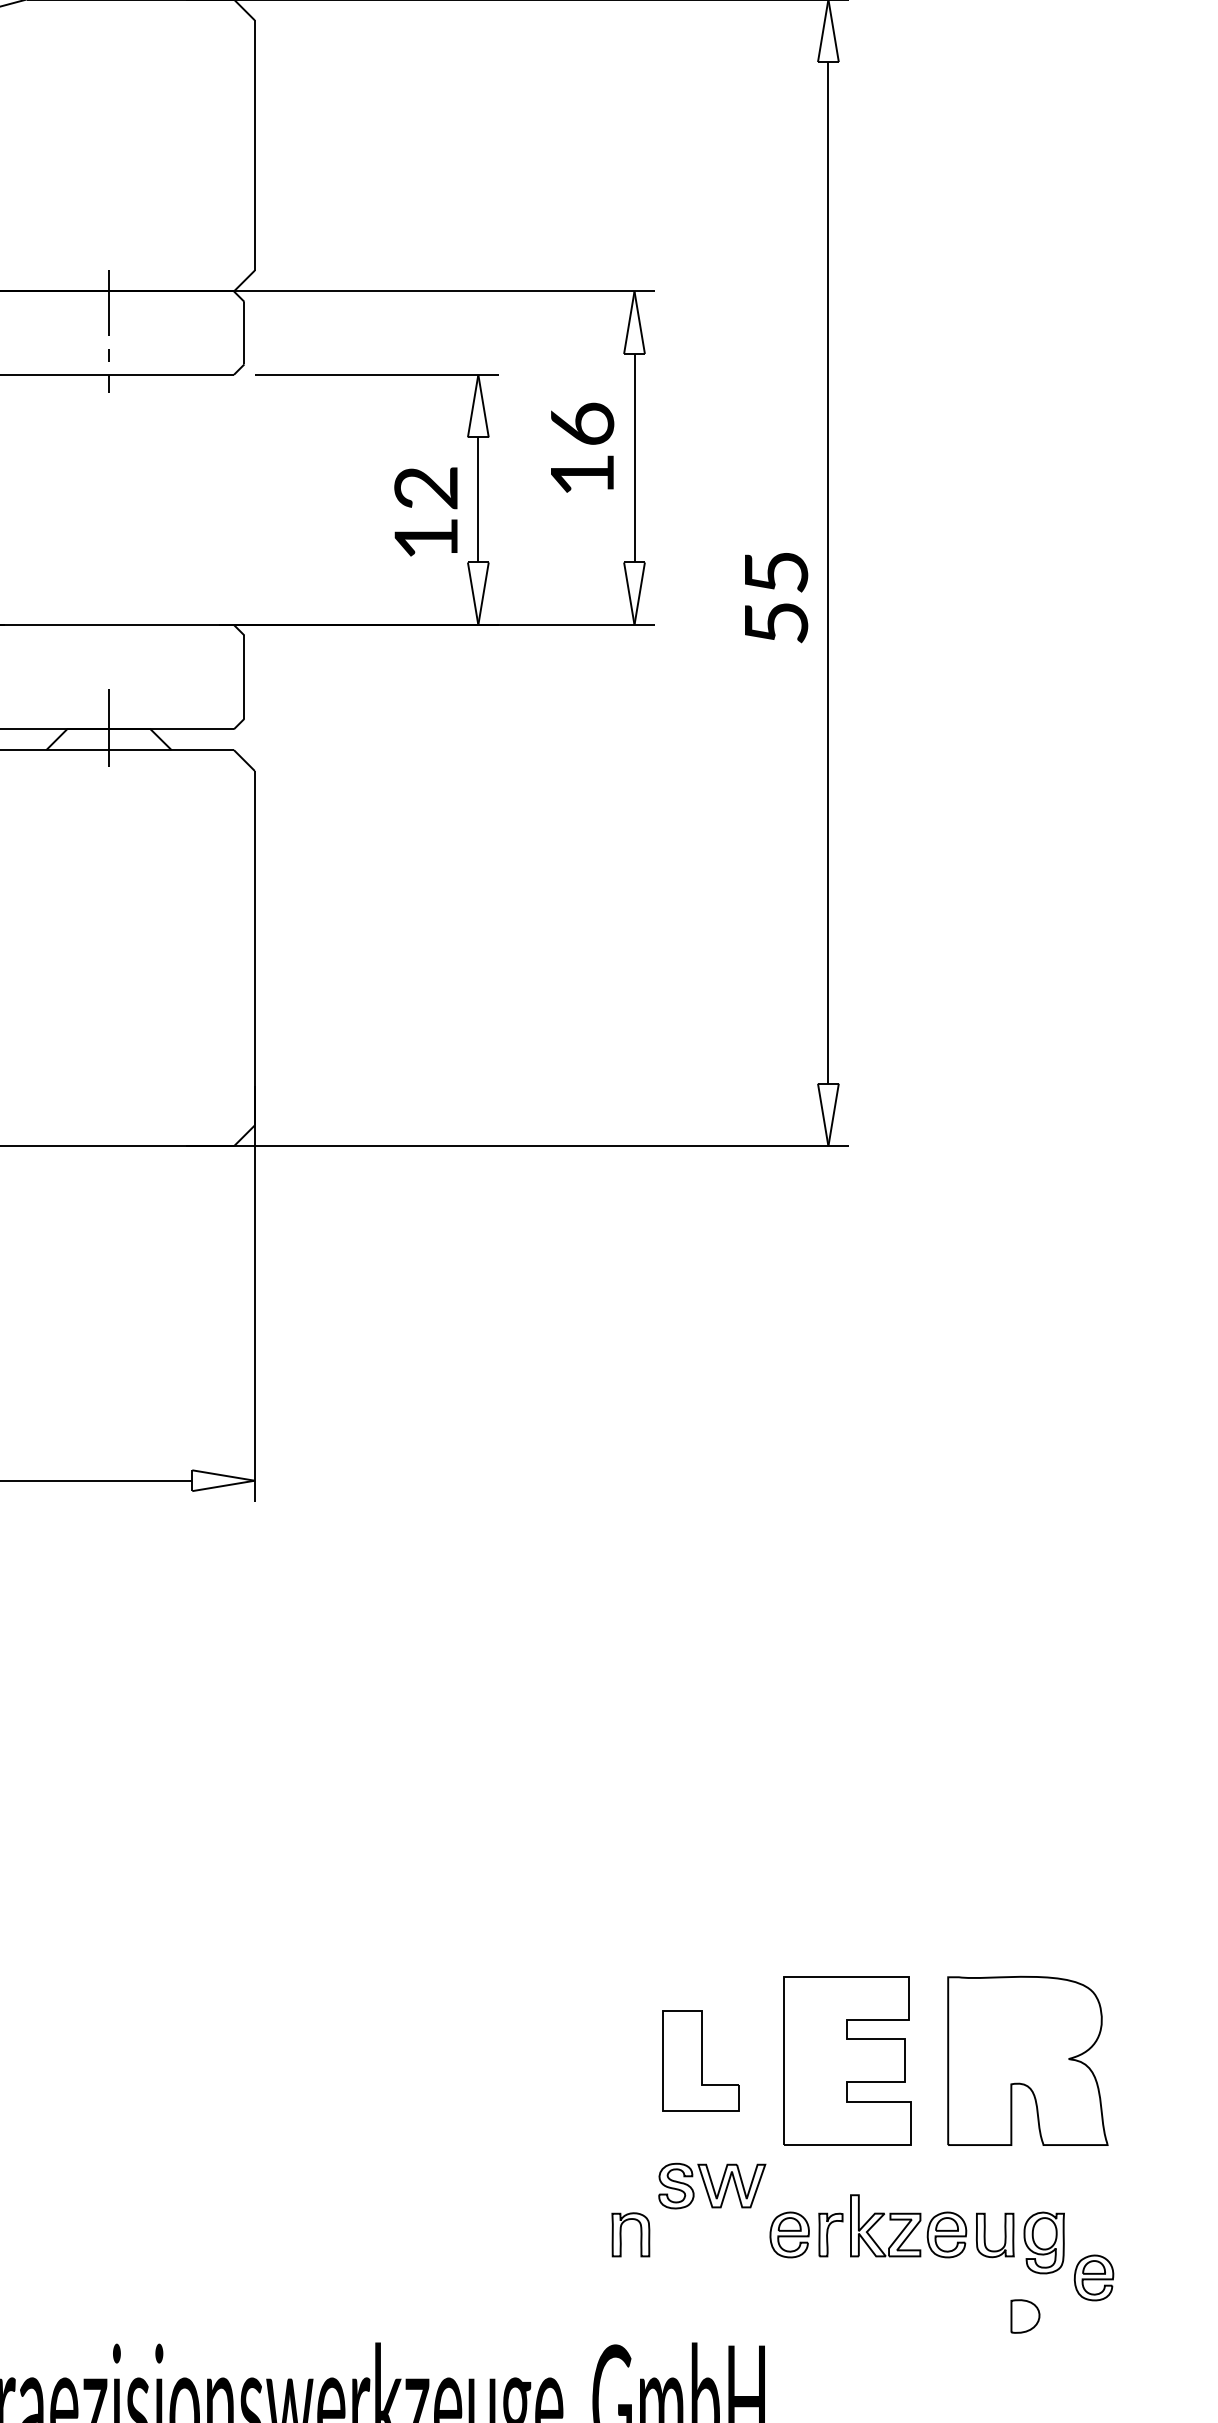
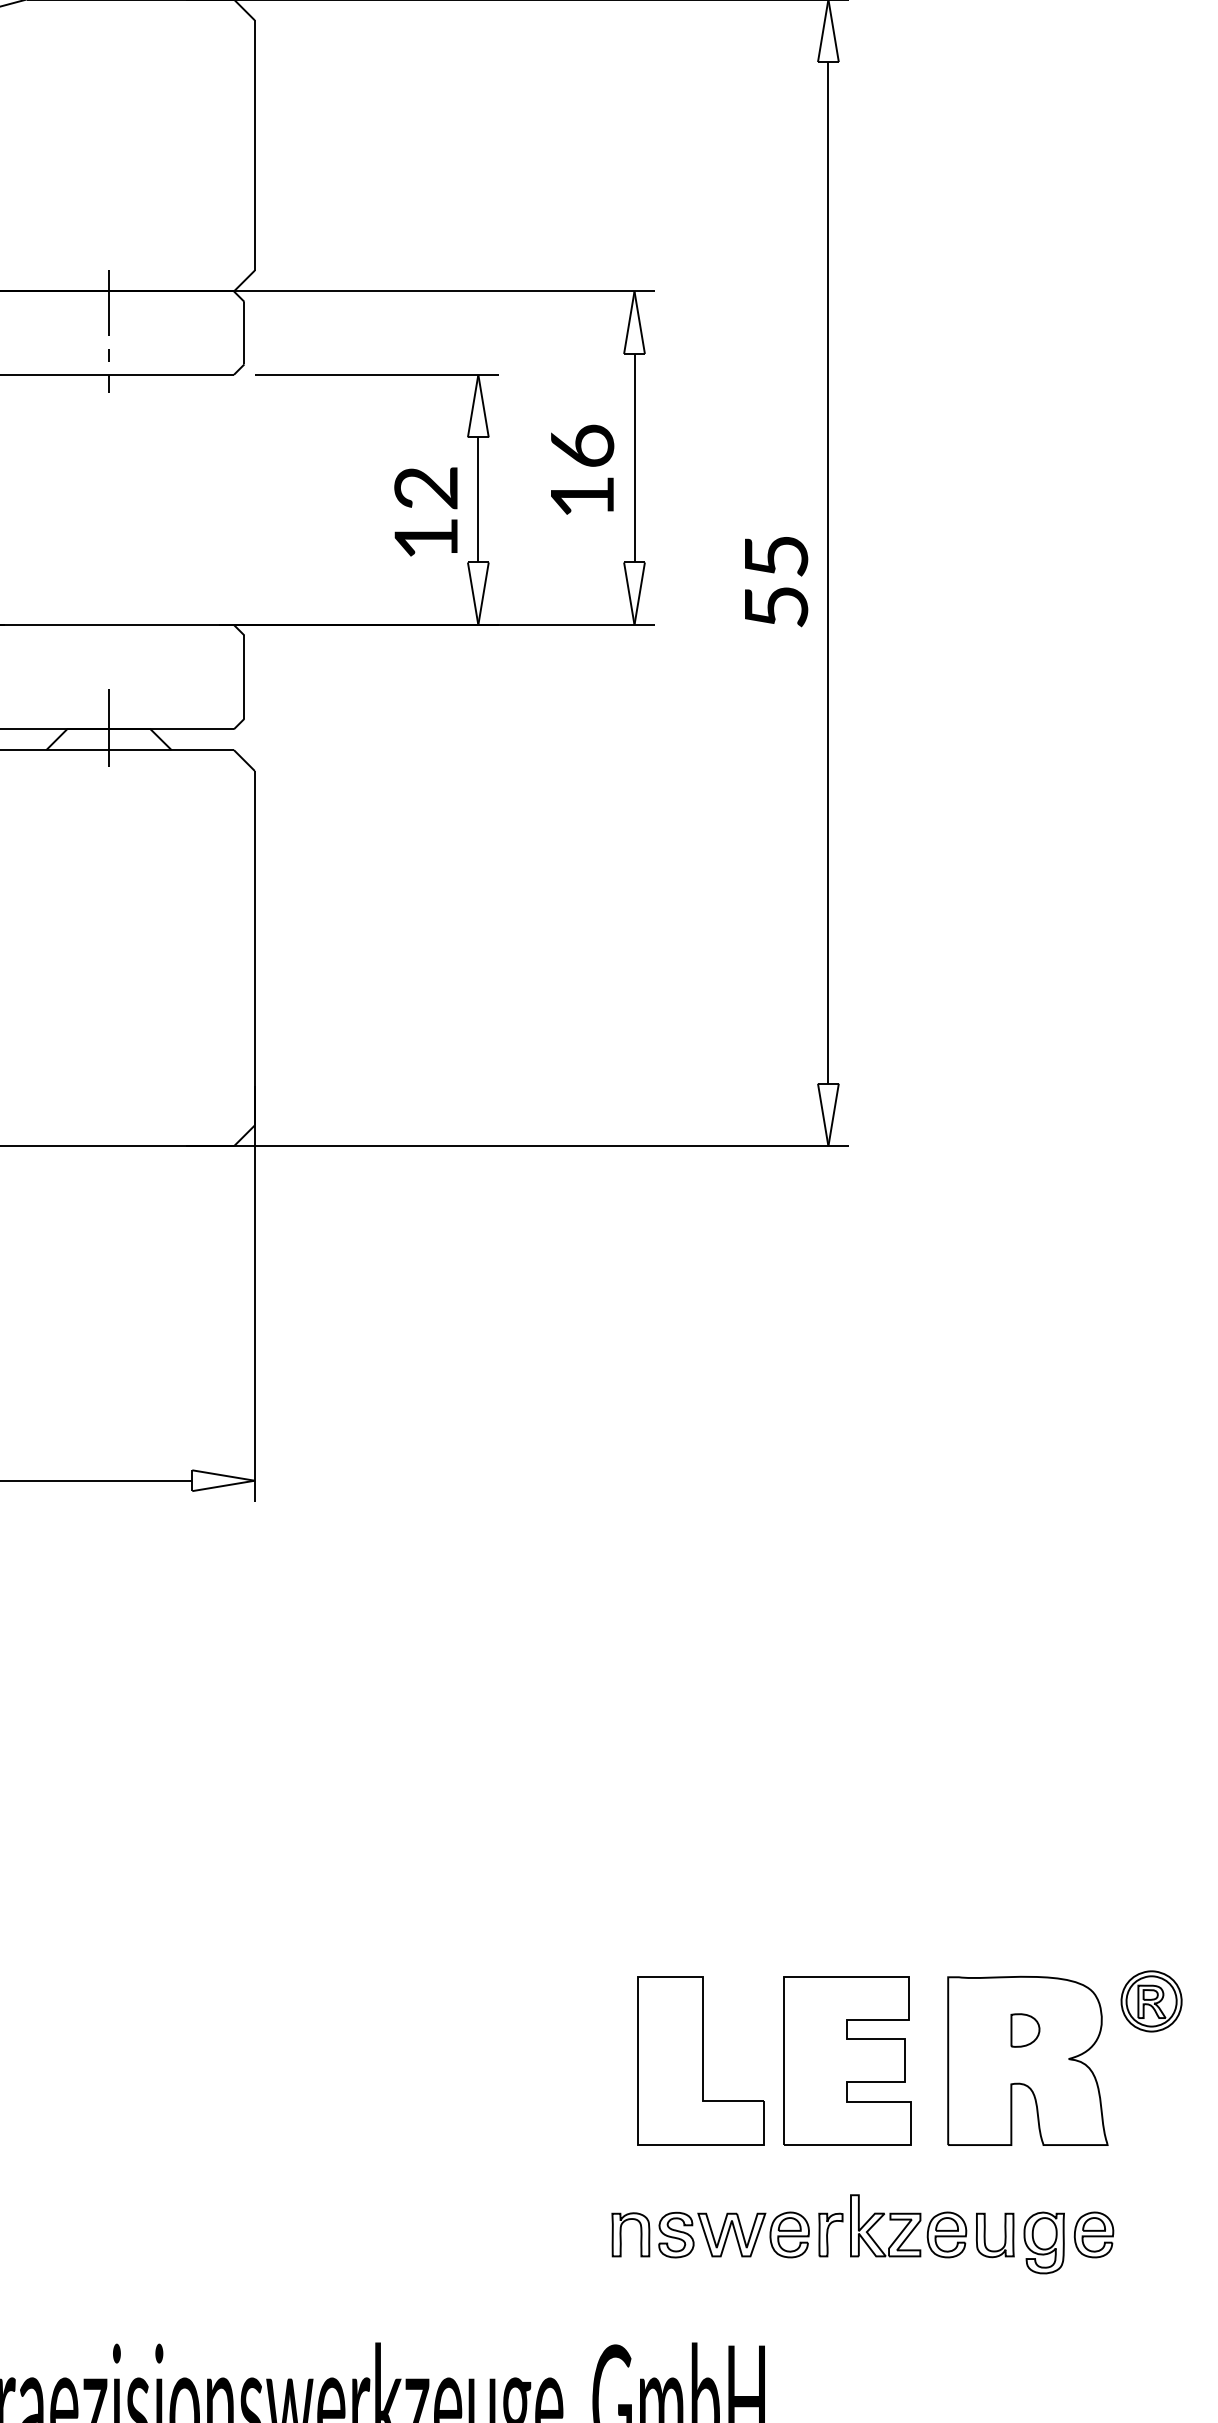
text at (582, 447) position: (582, 447) -> (582, 469)
text at (776, 598) position: (776, 598) -> (776, 582)
part at (1151, 2001): none -> present
part at (700, 2060) size: 78x102 px -> 128x170 px
part at (712, 2185) position: (712, 2185) -> (712, 2234)
part at (1093, 2277) position: (1093, 2277) -> (1093, 2234)
part at (1025, 2316) position: (1025, 2316) -> (1025, 2030)
